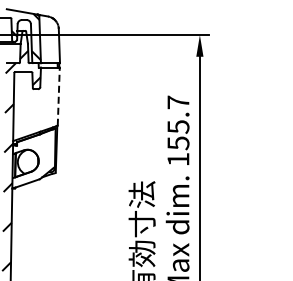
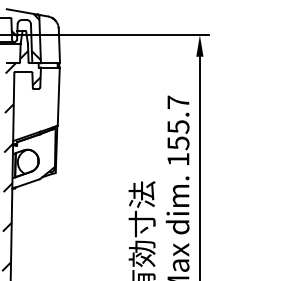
line at (58, 96): dashed -> solid
